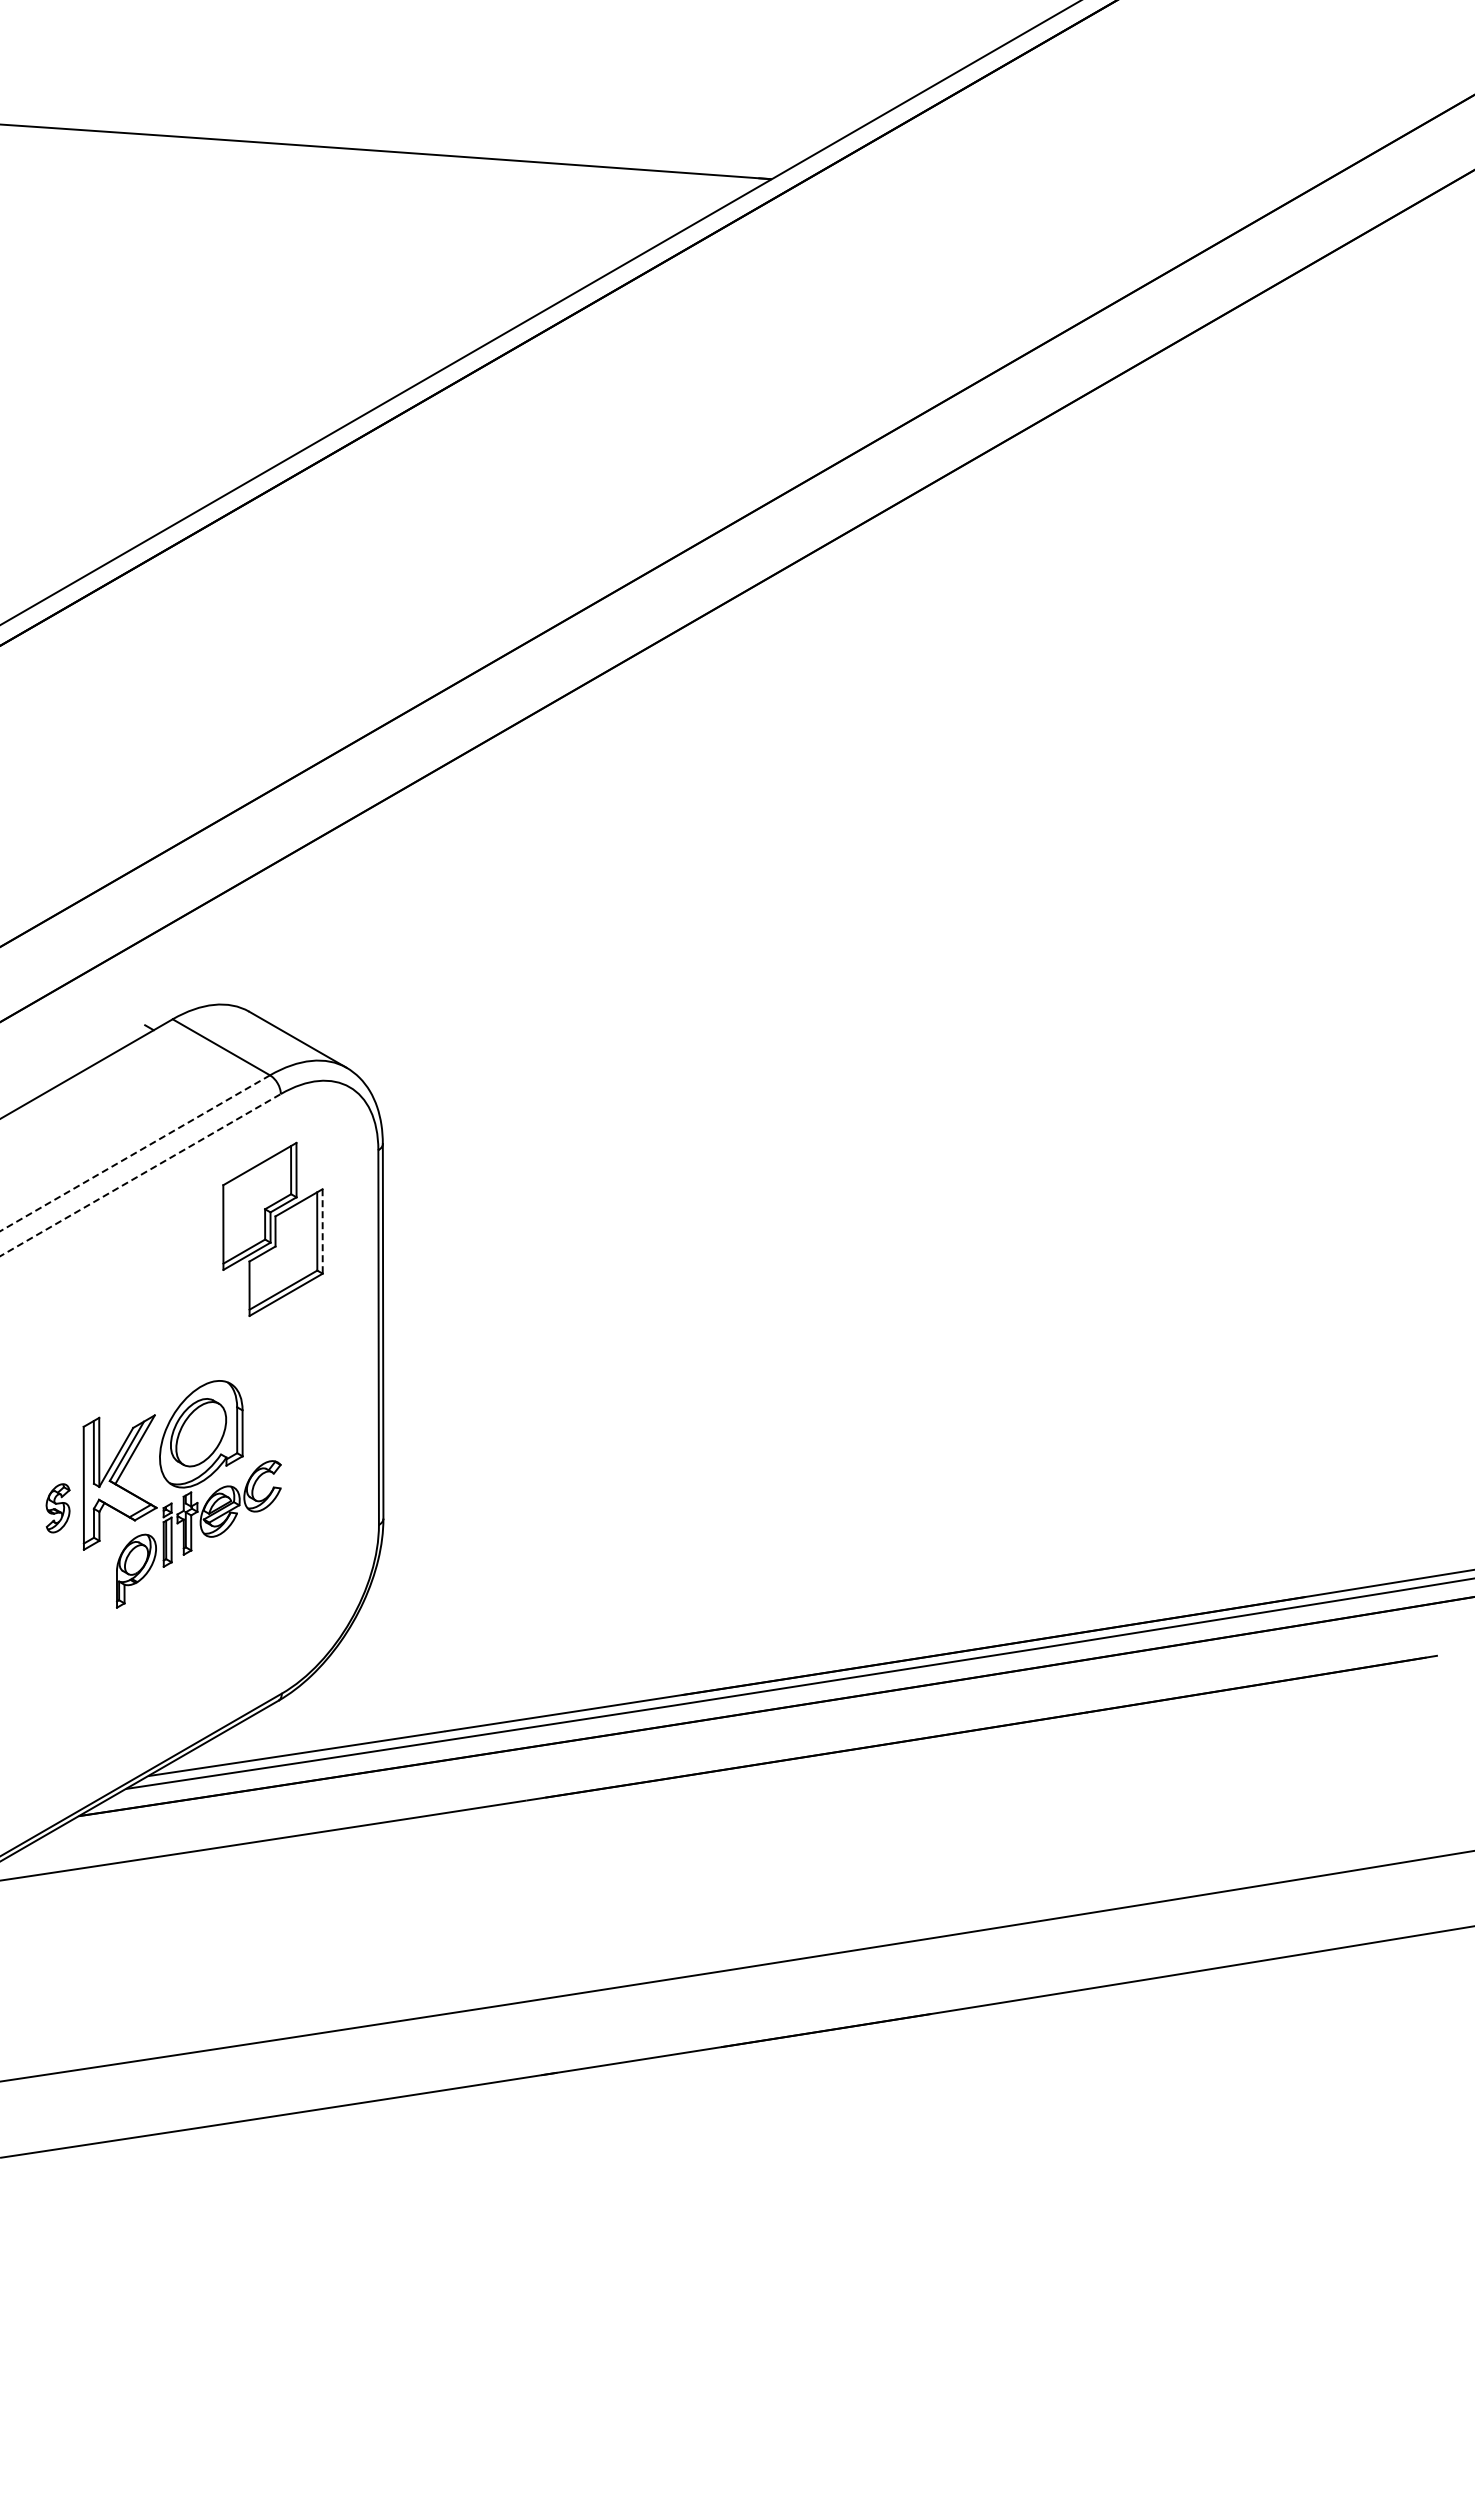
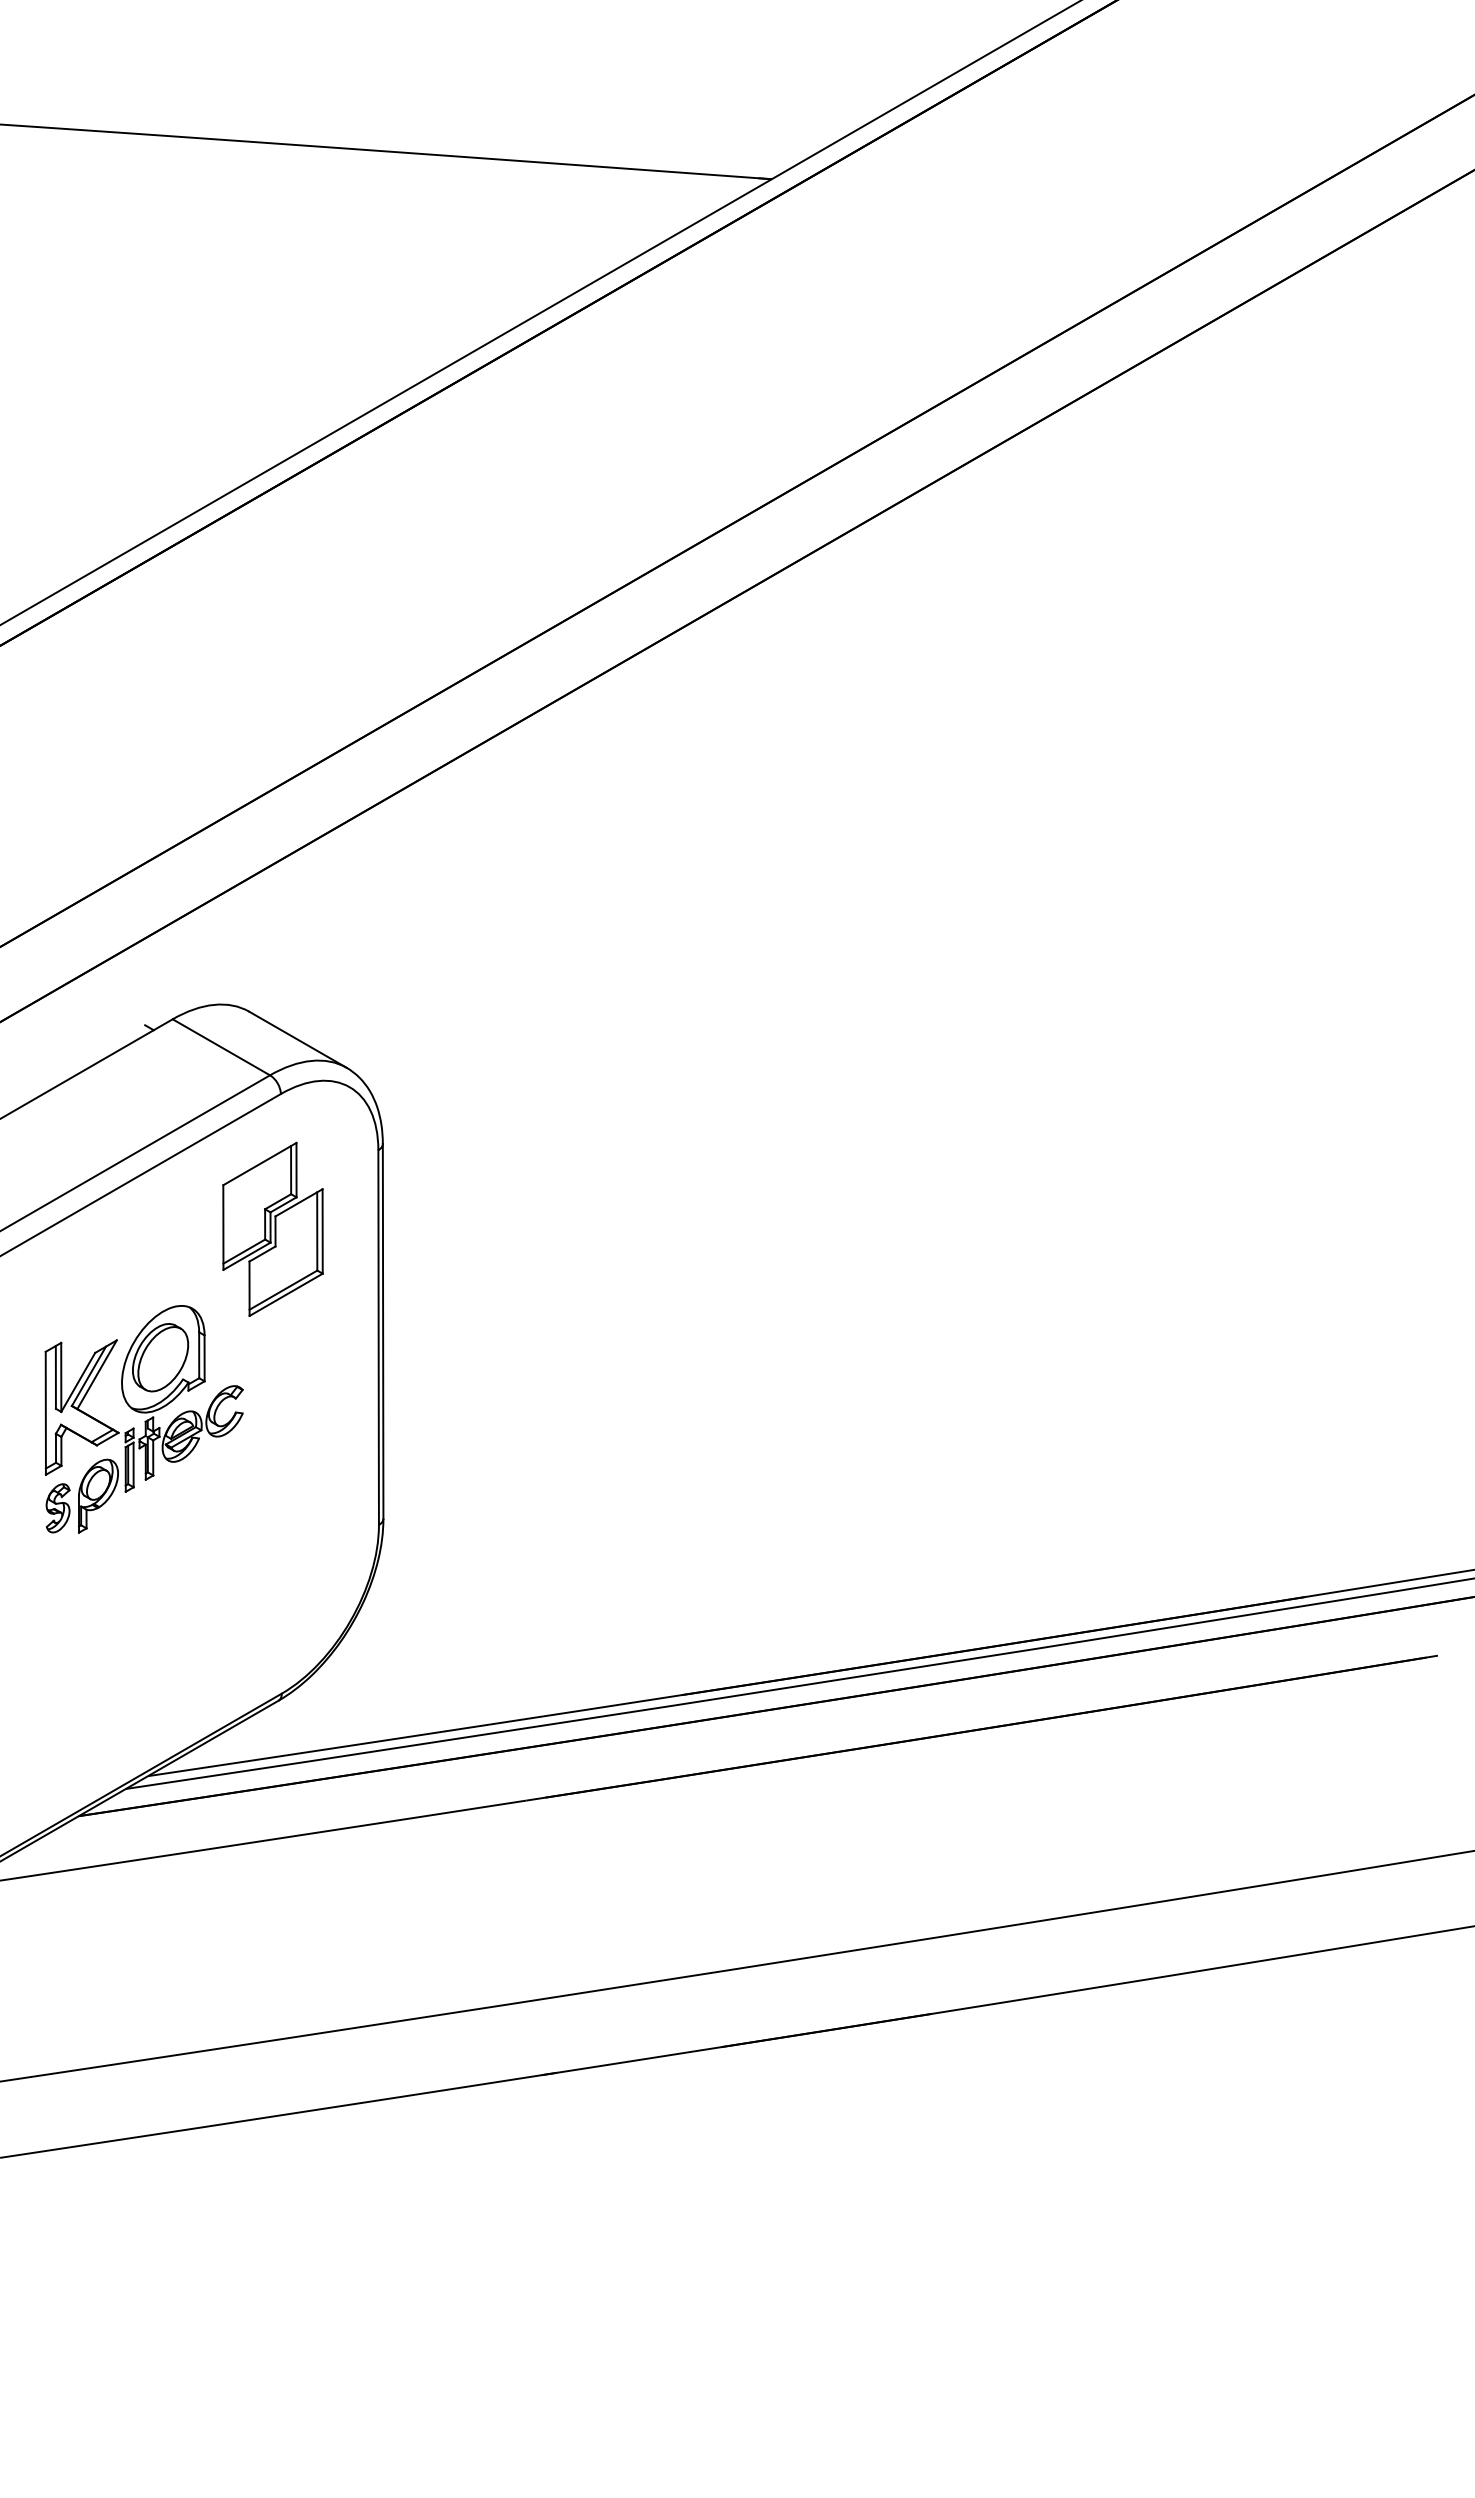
line at (135, 1153): dashed -> solid
line at (140, 1175): dashed -> solid
line at (322, 1231): dashed -> solid
part at (181, 1494) position: (181, 1494) -> (143, 1419)
